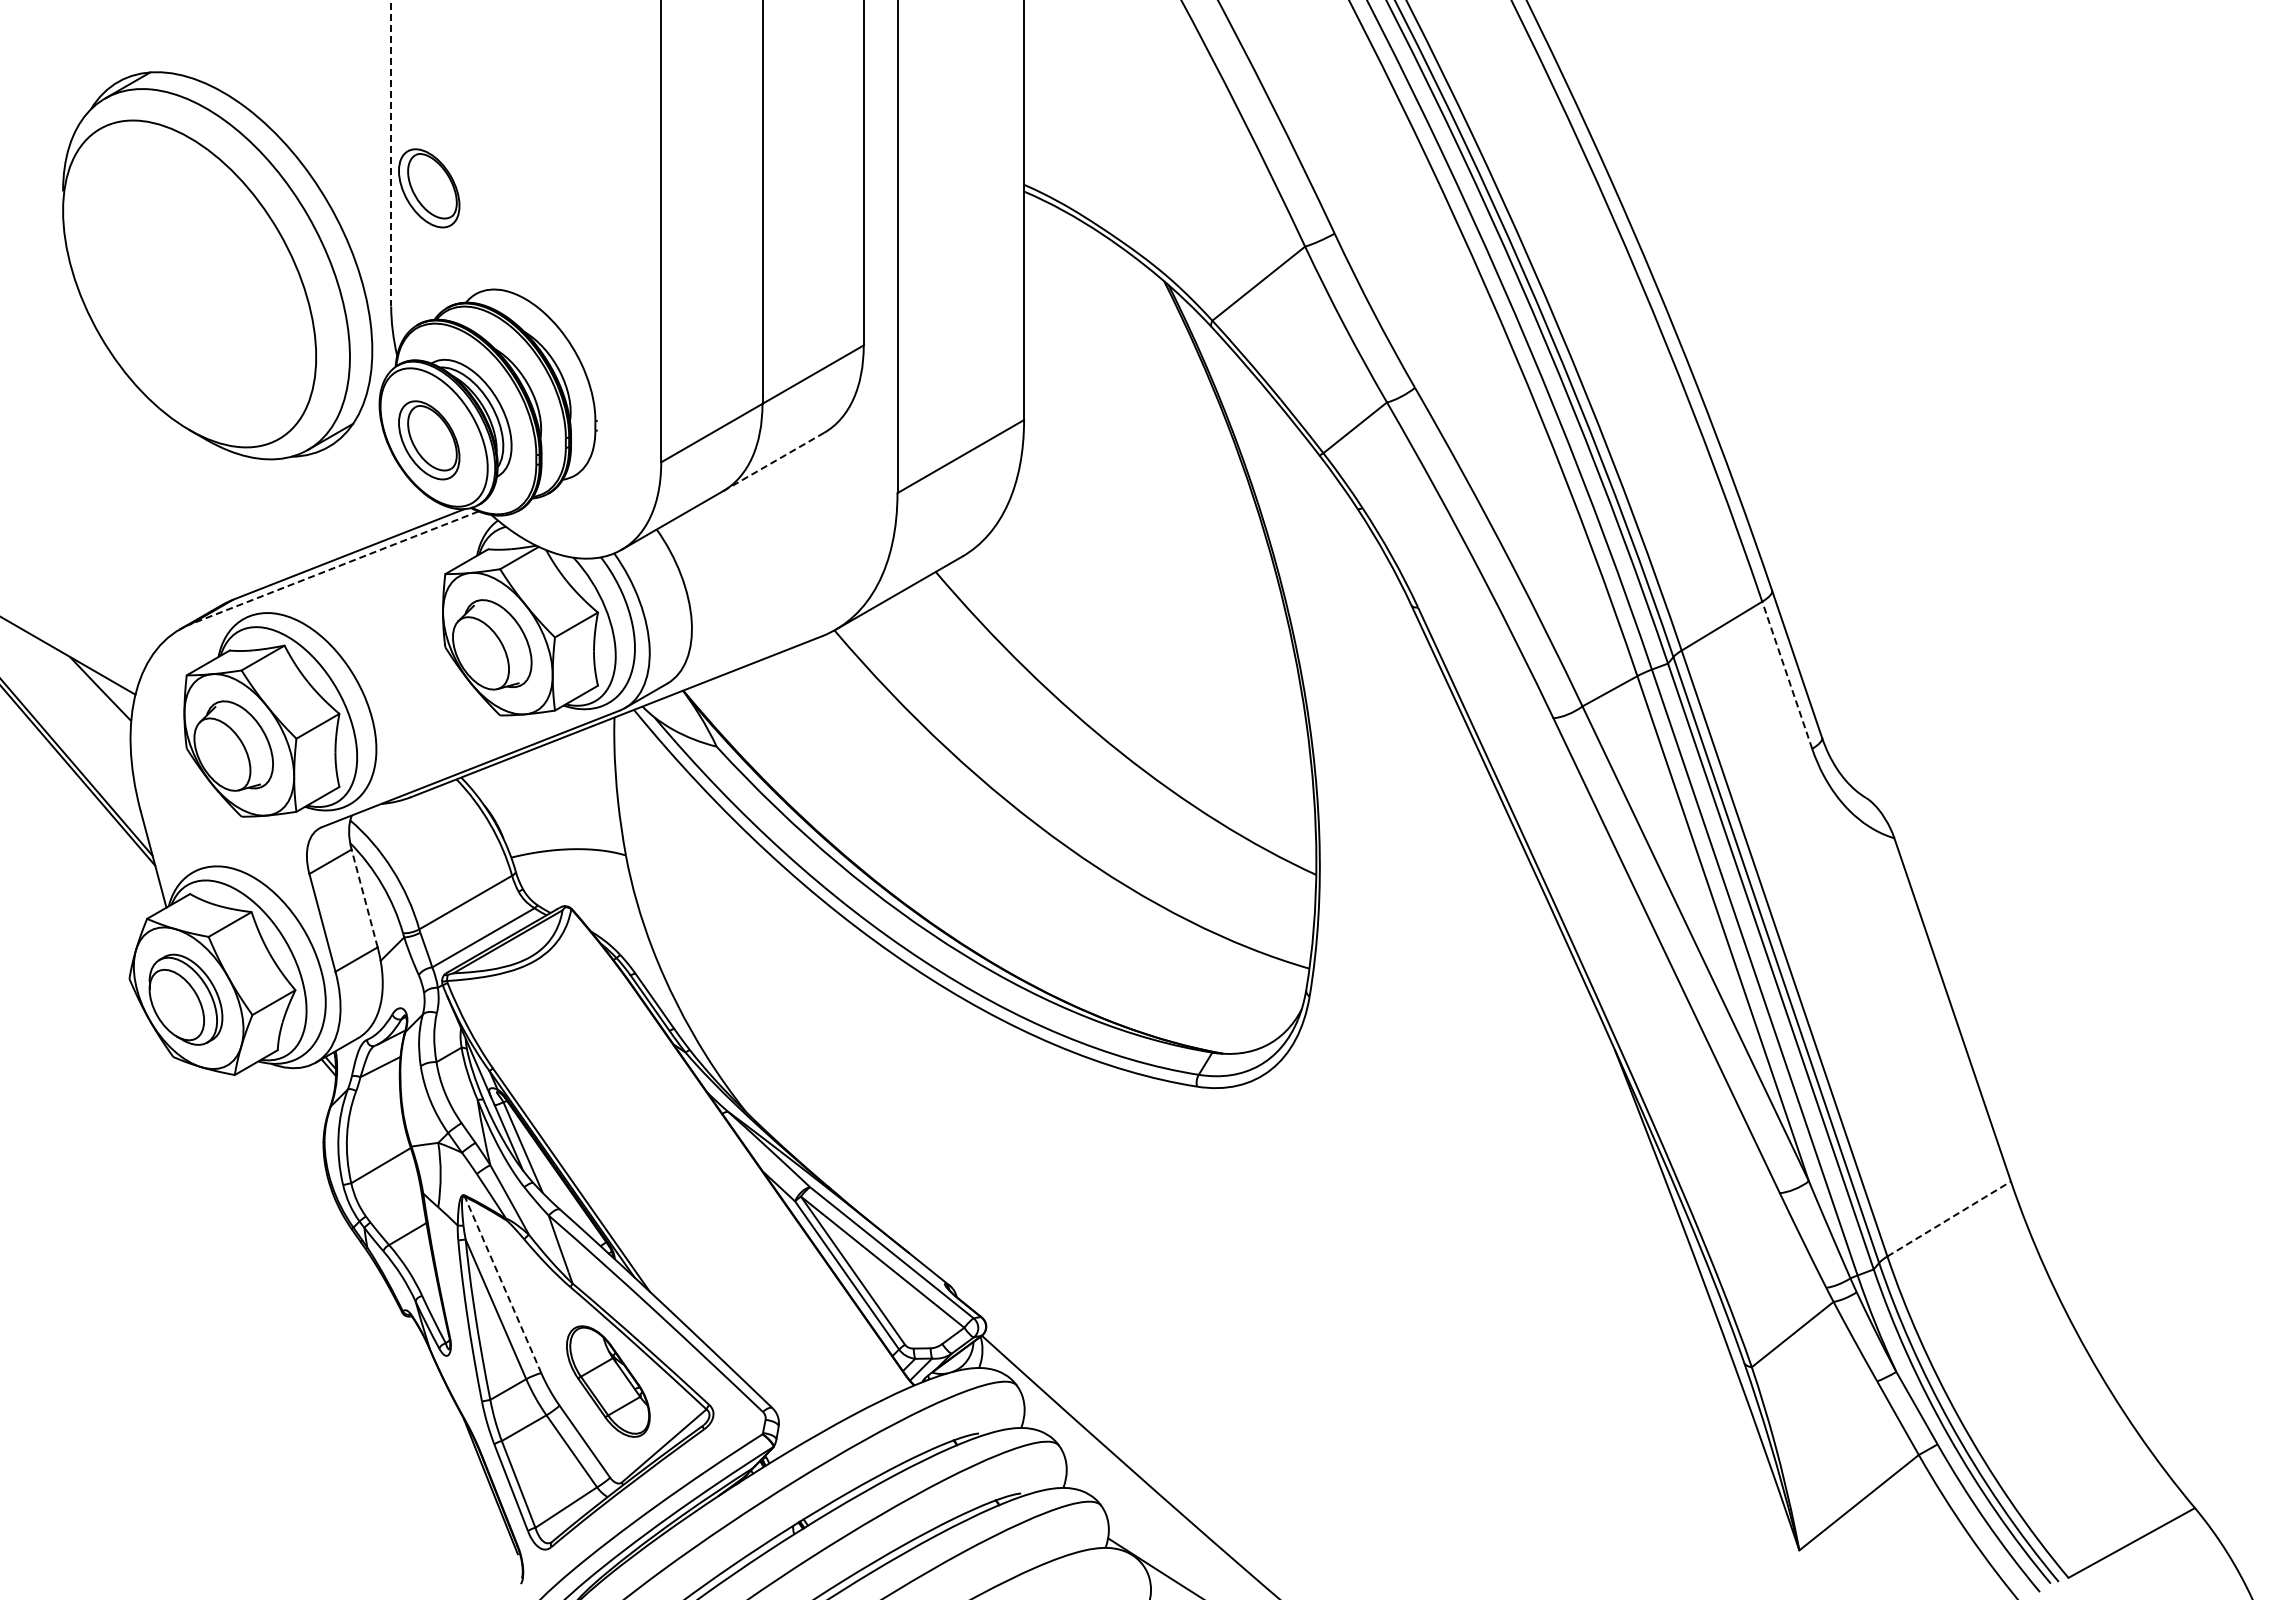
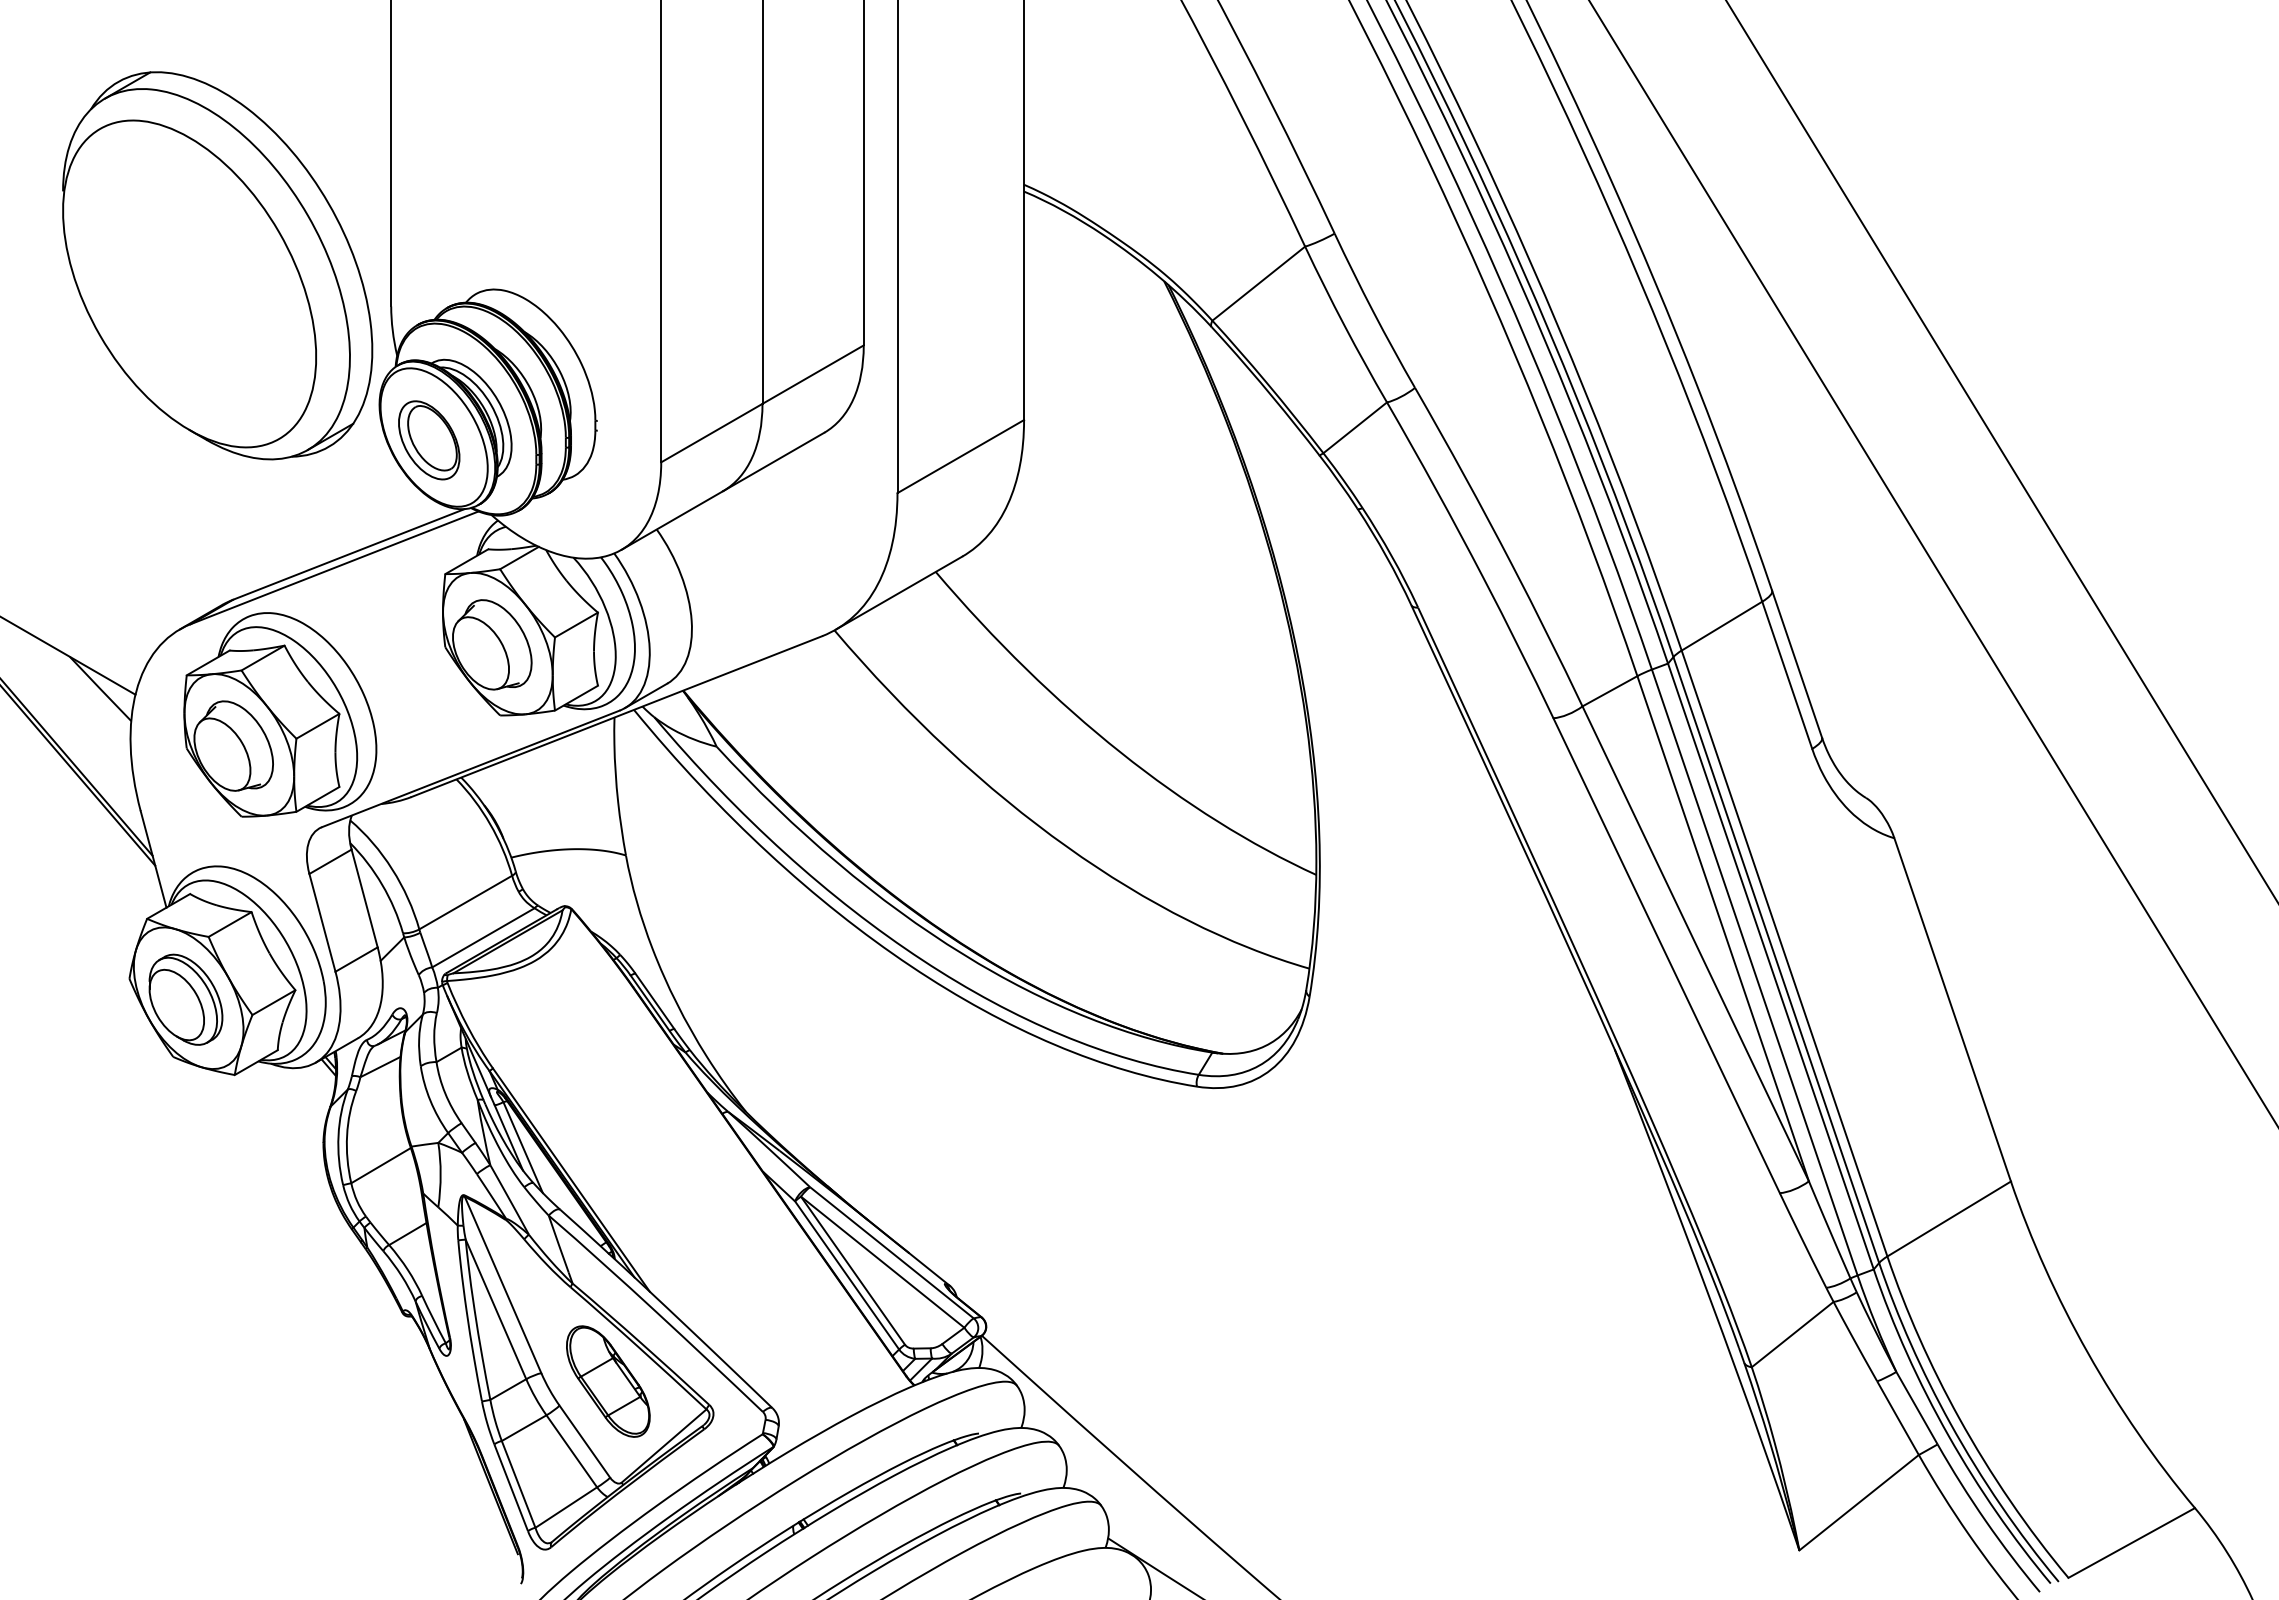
line at (391, 153): dashed -> solid
part at (429, 188): present -> none
line at (2001, 450): none -> present
line at (774, 461): dashed -> solid
line at (1932, 562): none -> present
line at (334, 567): dashed -> solid
line at (1787, 675): dashed -> solid
line at (364, 898): dashed -> solid
line at (1949, 1218): dashed -> solid
line at (502, 1284): dashed -> solid
